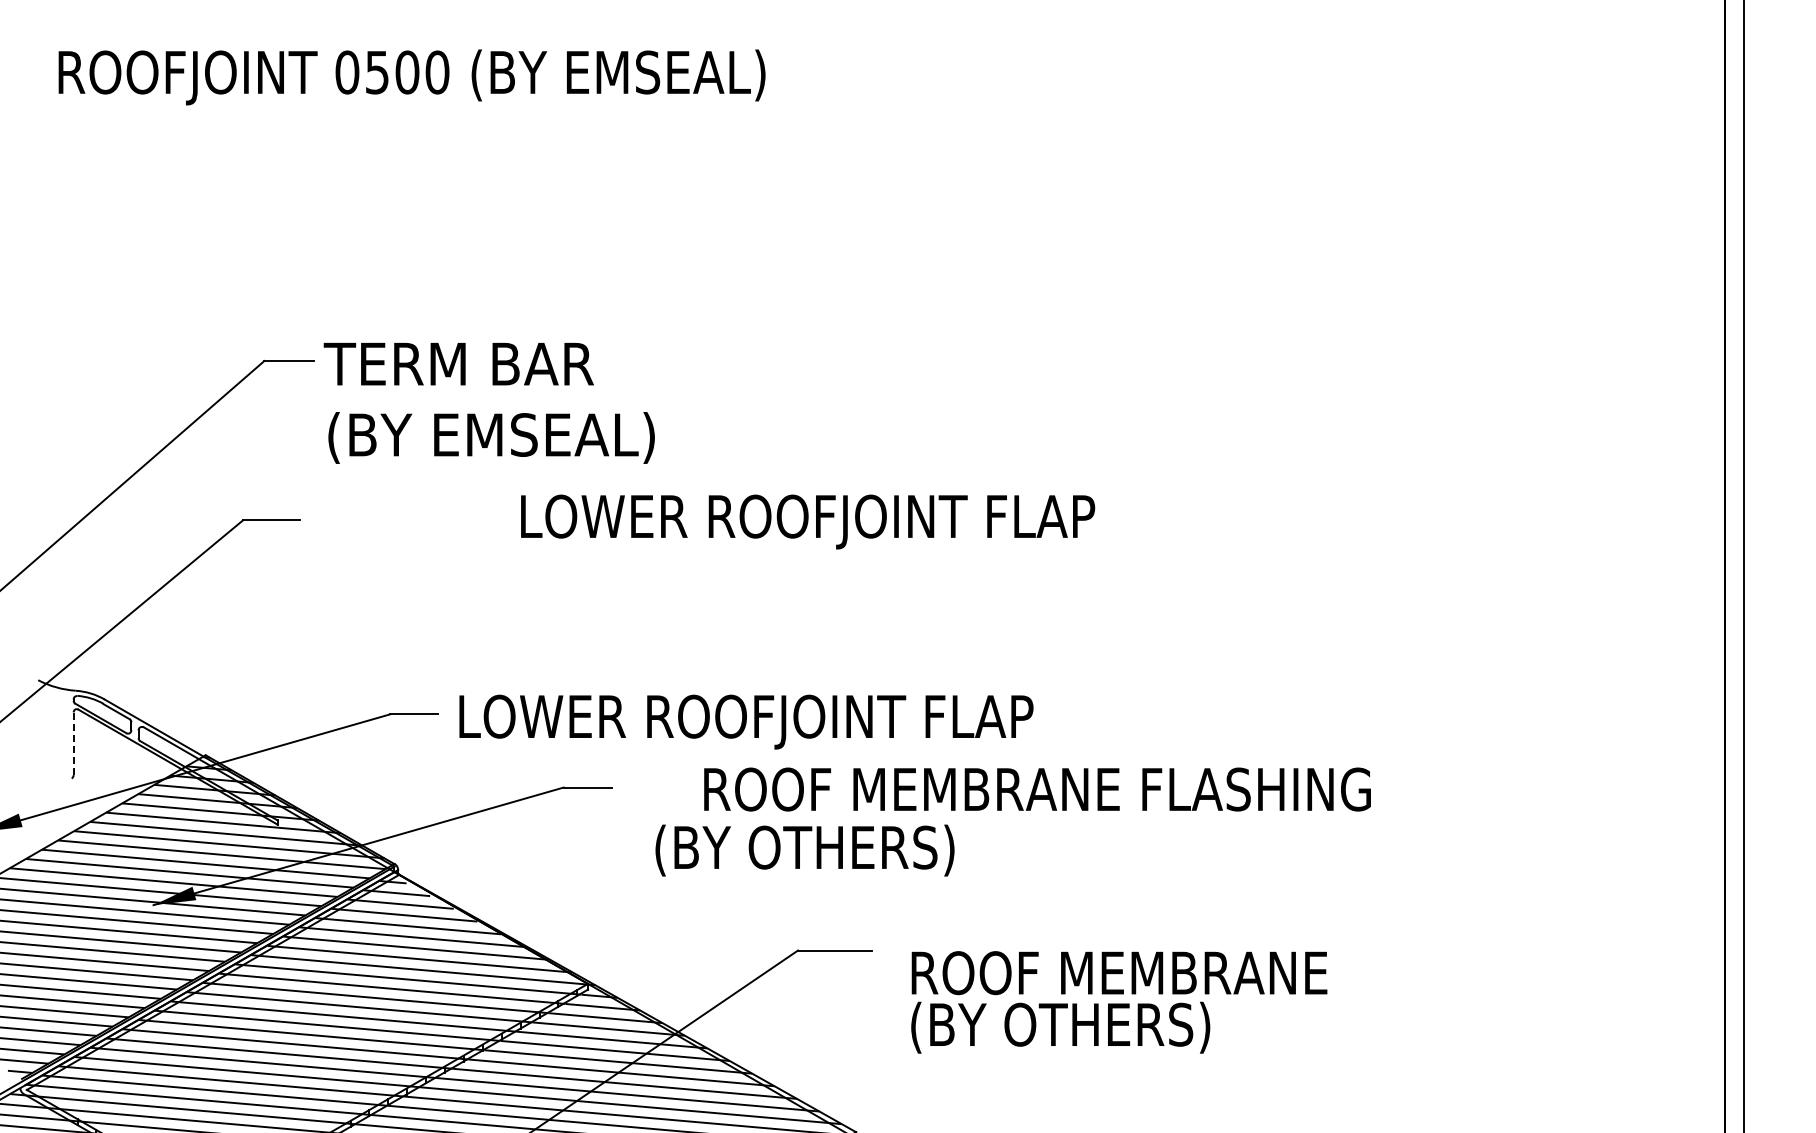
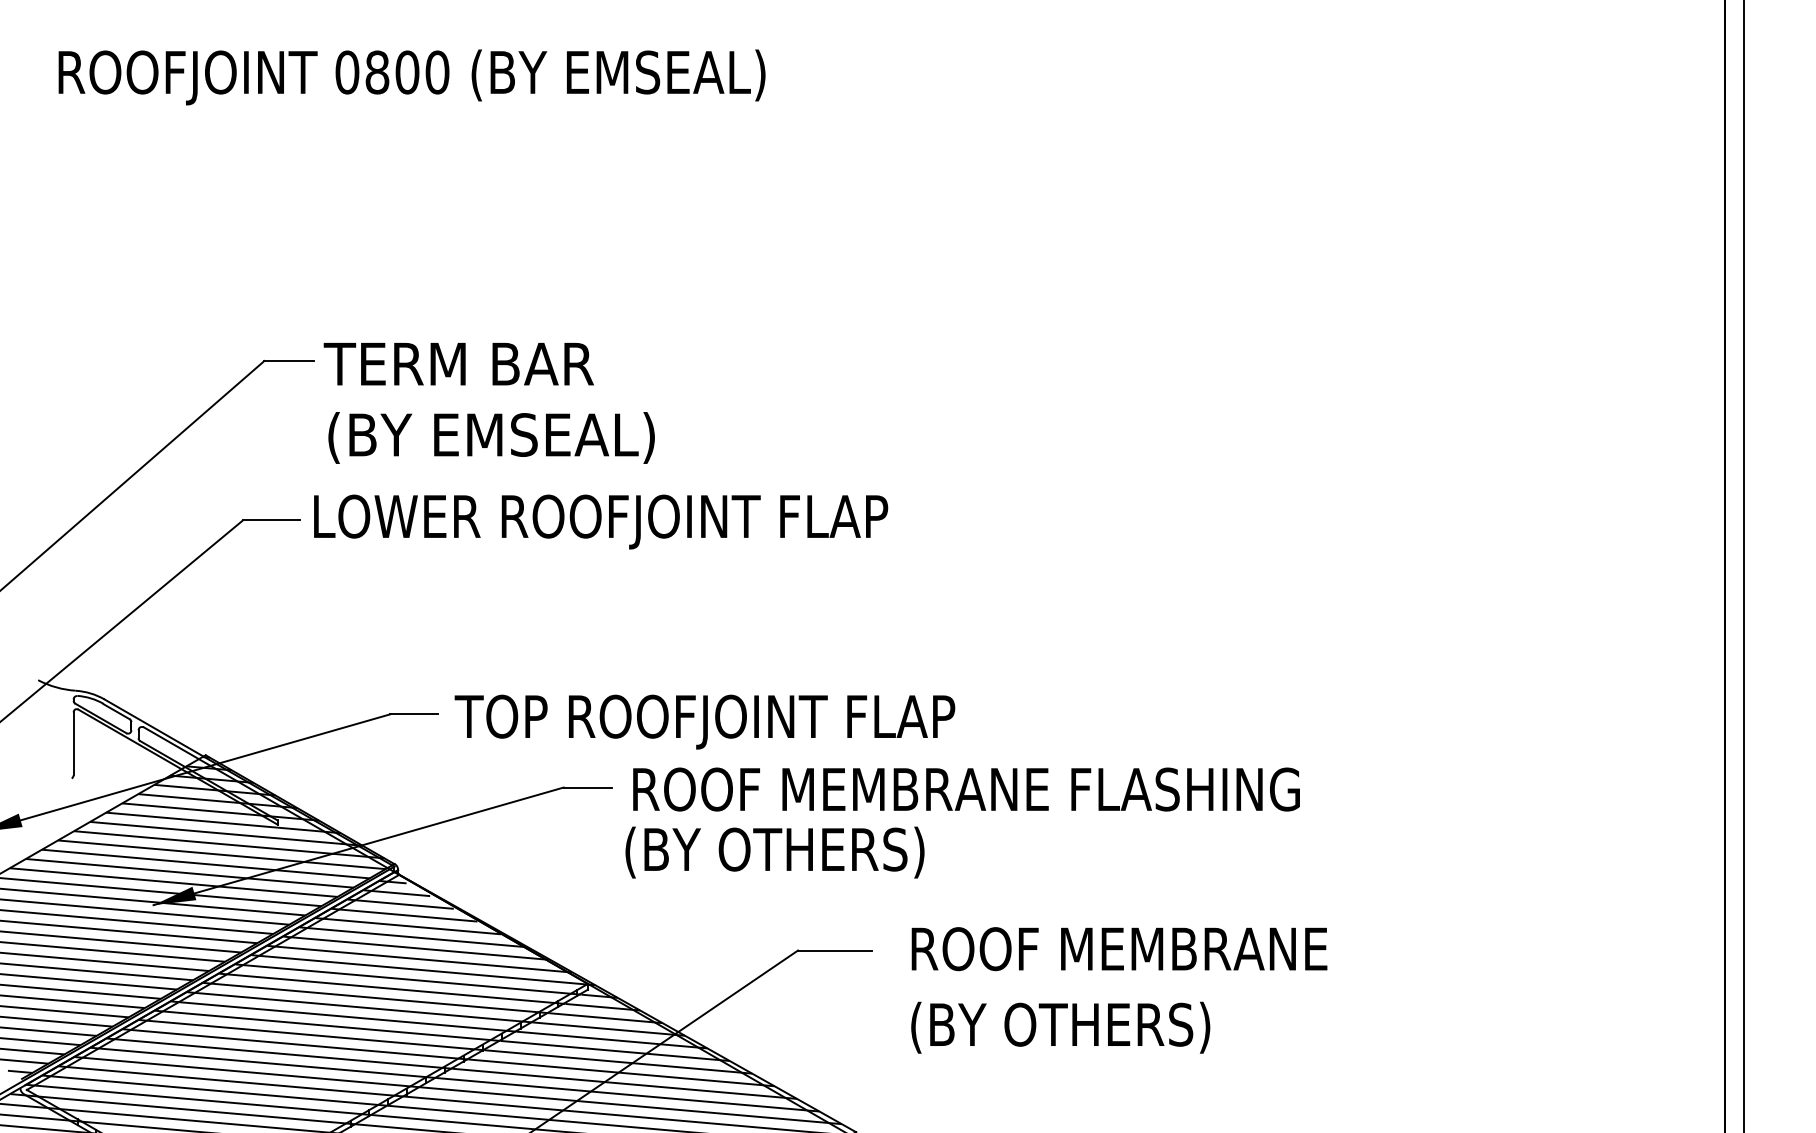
text at (377, 72): 0500 -> 0800
text at (808, 521) position: (808, 521) -> (601, 521)
text at (743, 721): LOWER ROOFJOINT FLAP -> TOP ROOFJOINT FLAP
line at (73, 743): dashed -> solid
text at (1037, 789) position: (1037, 789) -> (966, 789)
text at (804, 850) position: (804, 850) -> (774, 852)
text at (1119, 973) position: (1119, 973) -> (1119, 949)
